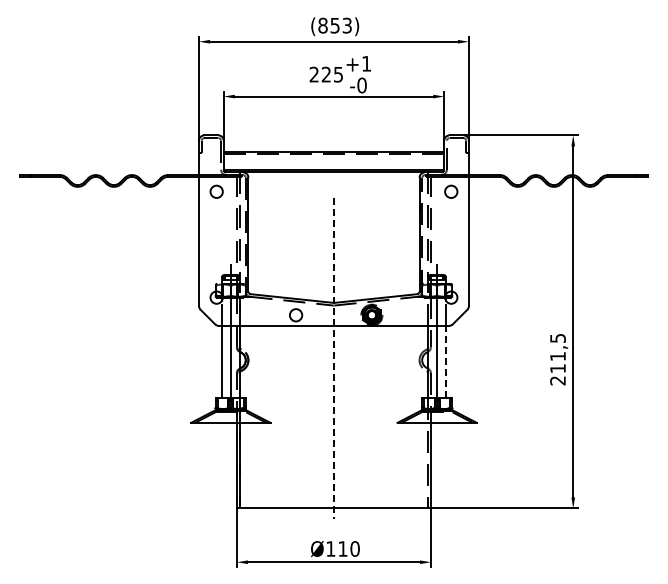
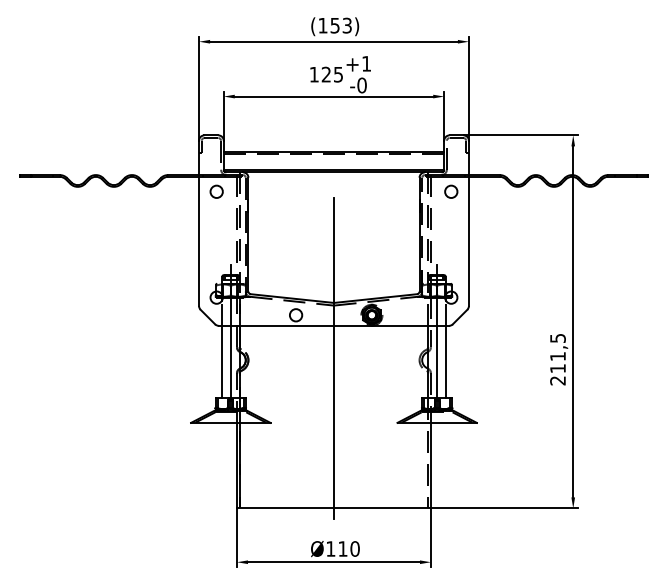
text at (322, 25): 853 -> 153
text at (313, 74): 225 -> 125
line at (334, 358): dashed -> solid
line at (446, 361): dashed -> solid
